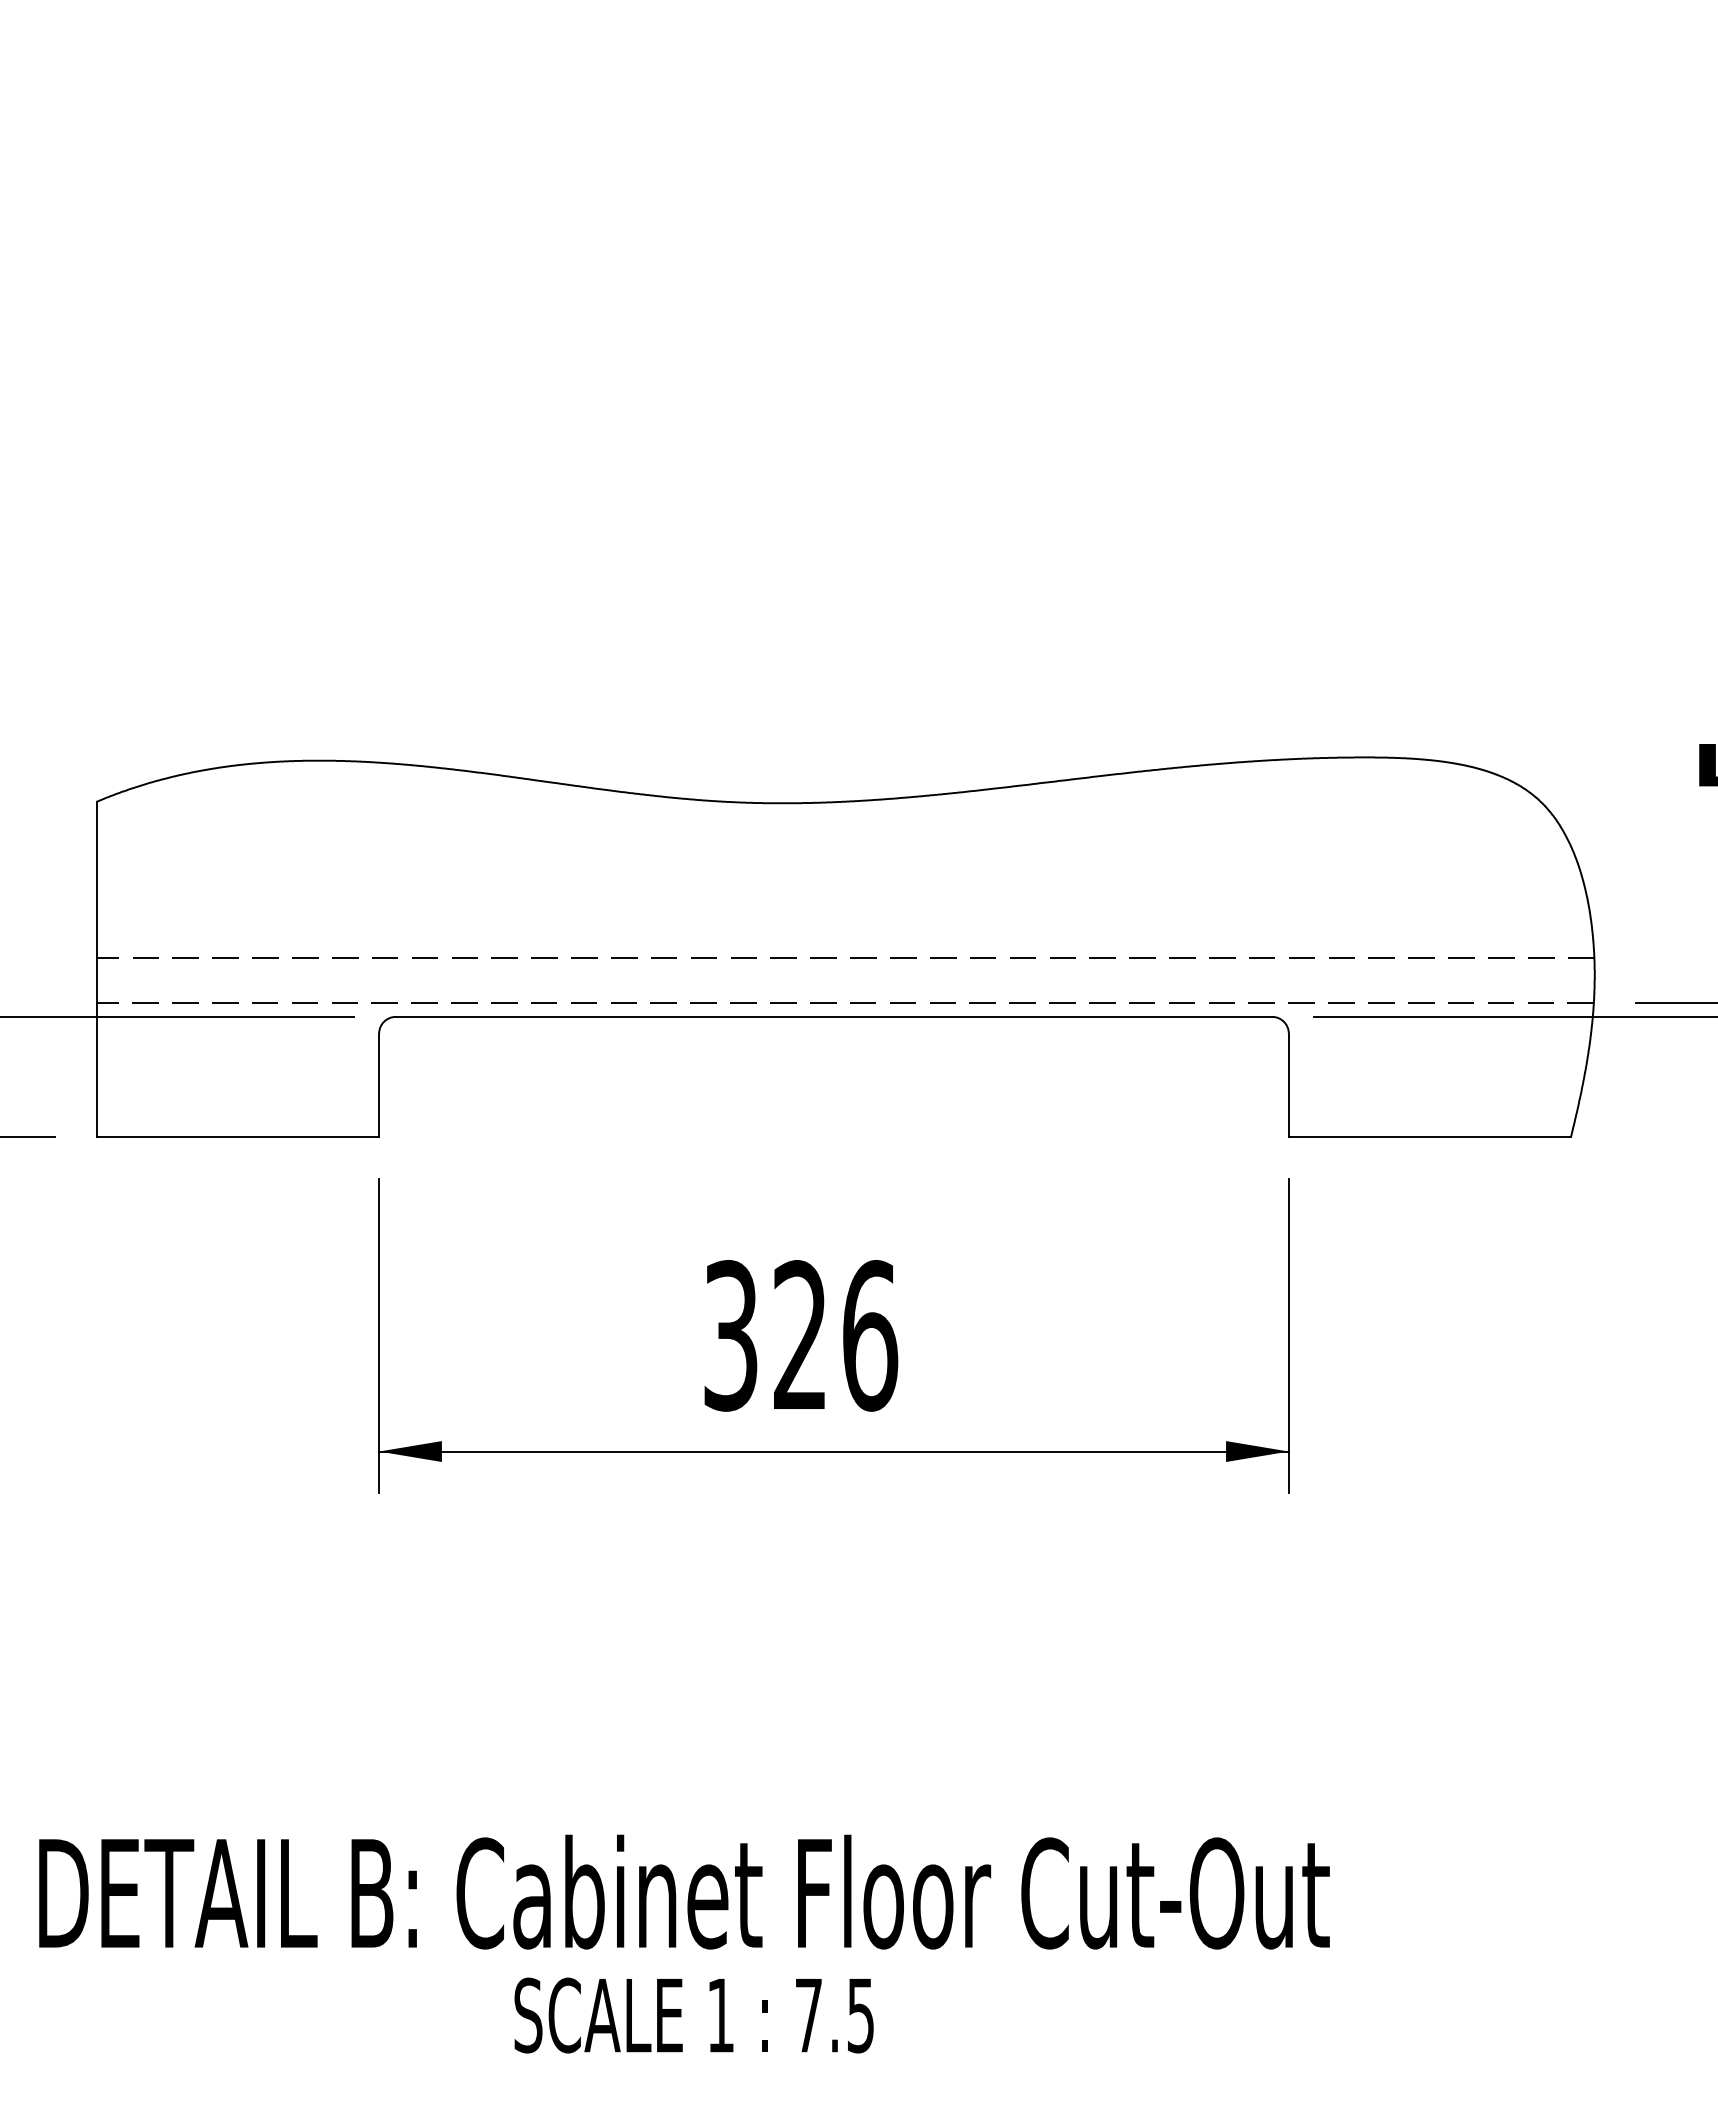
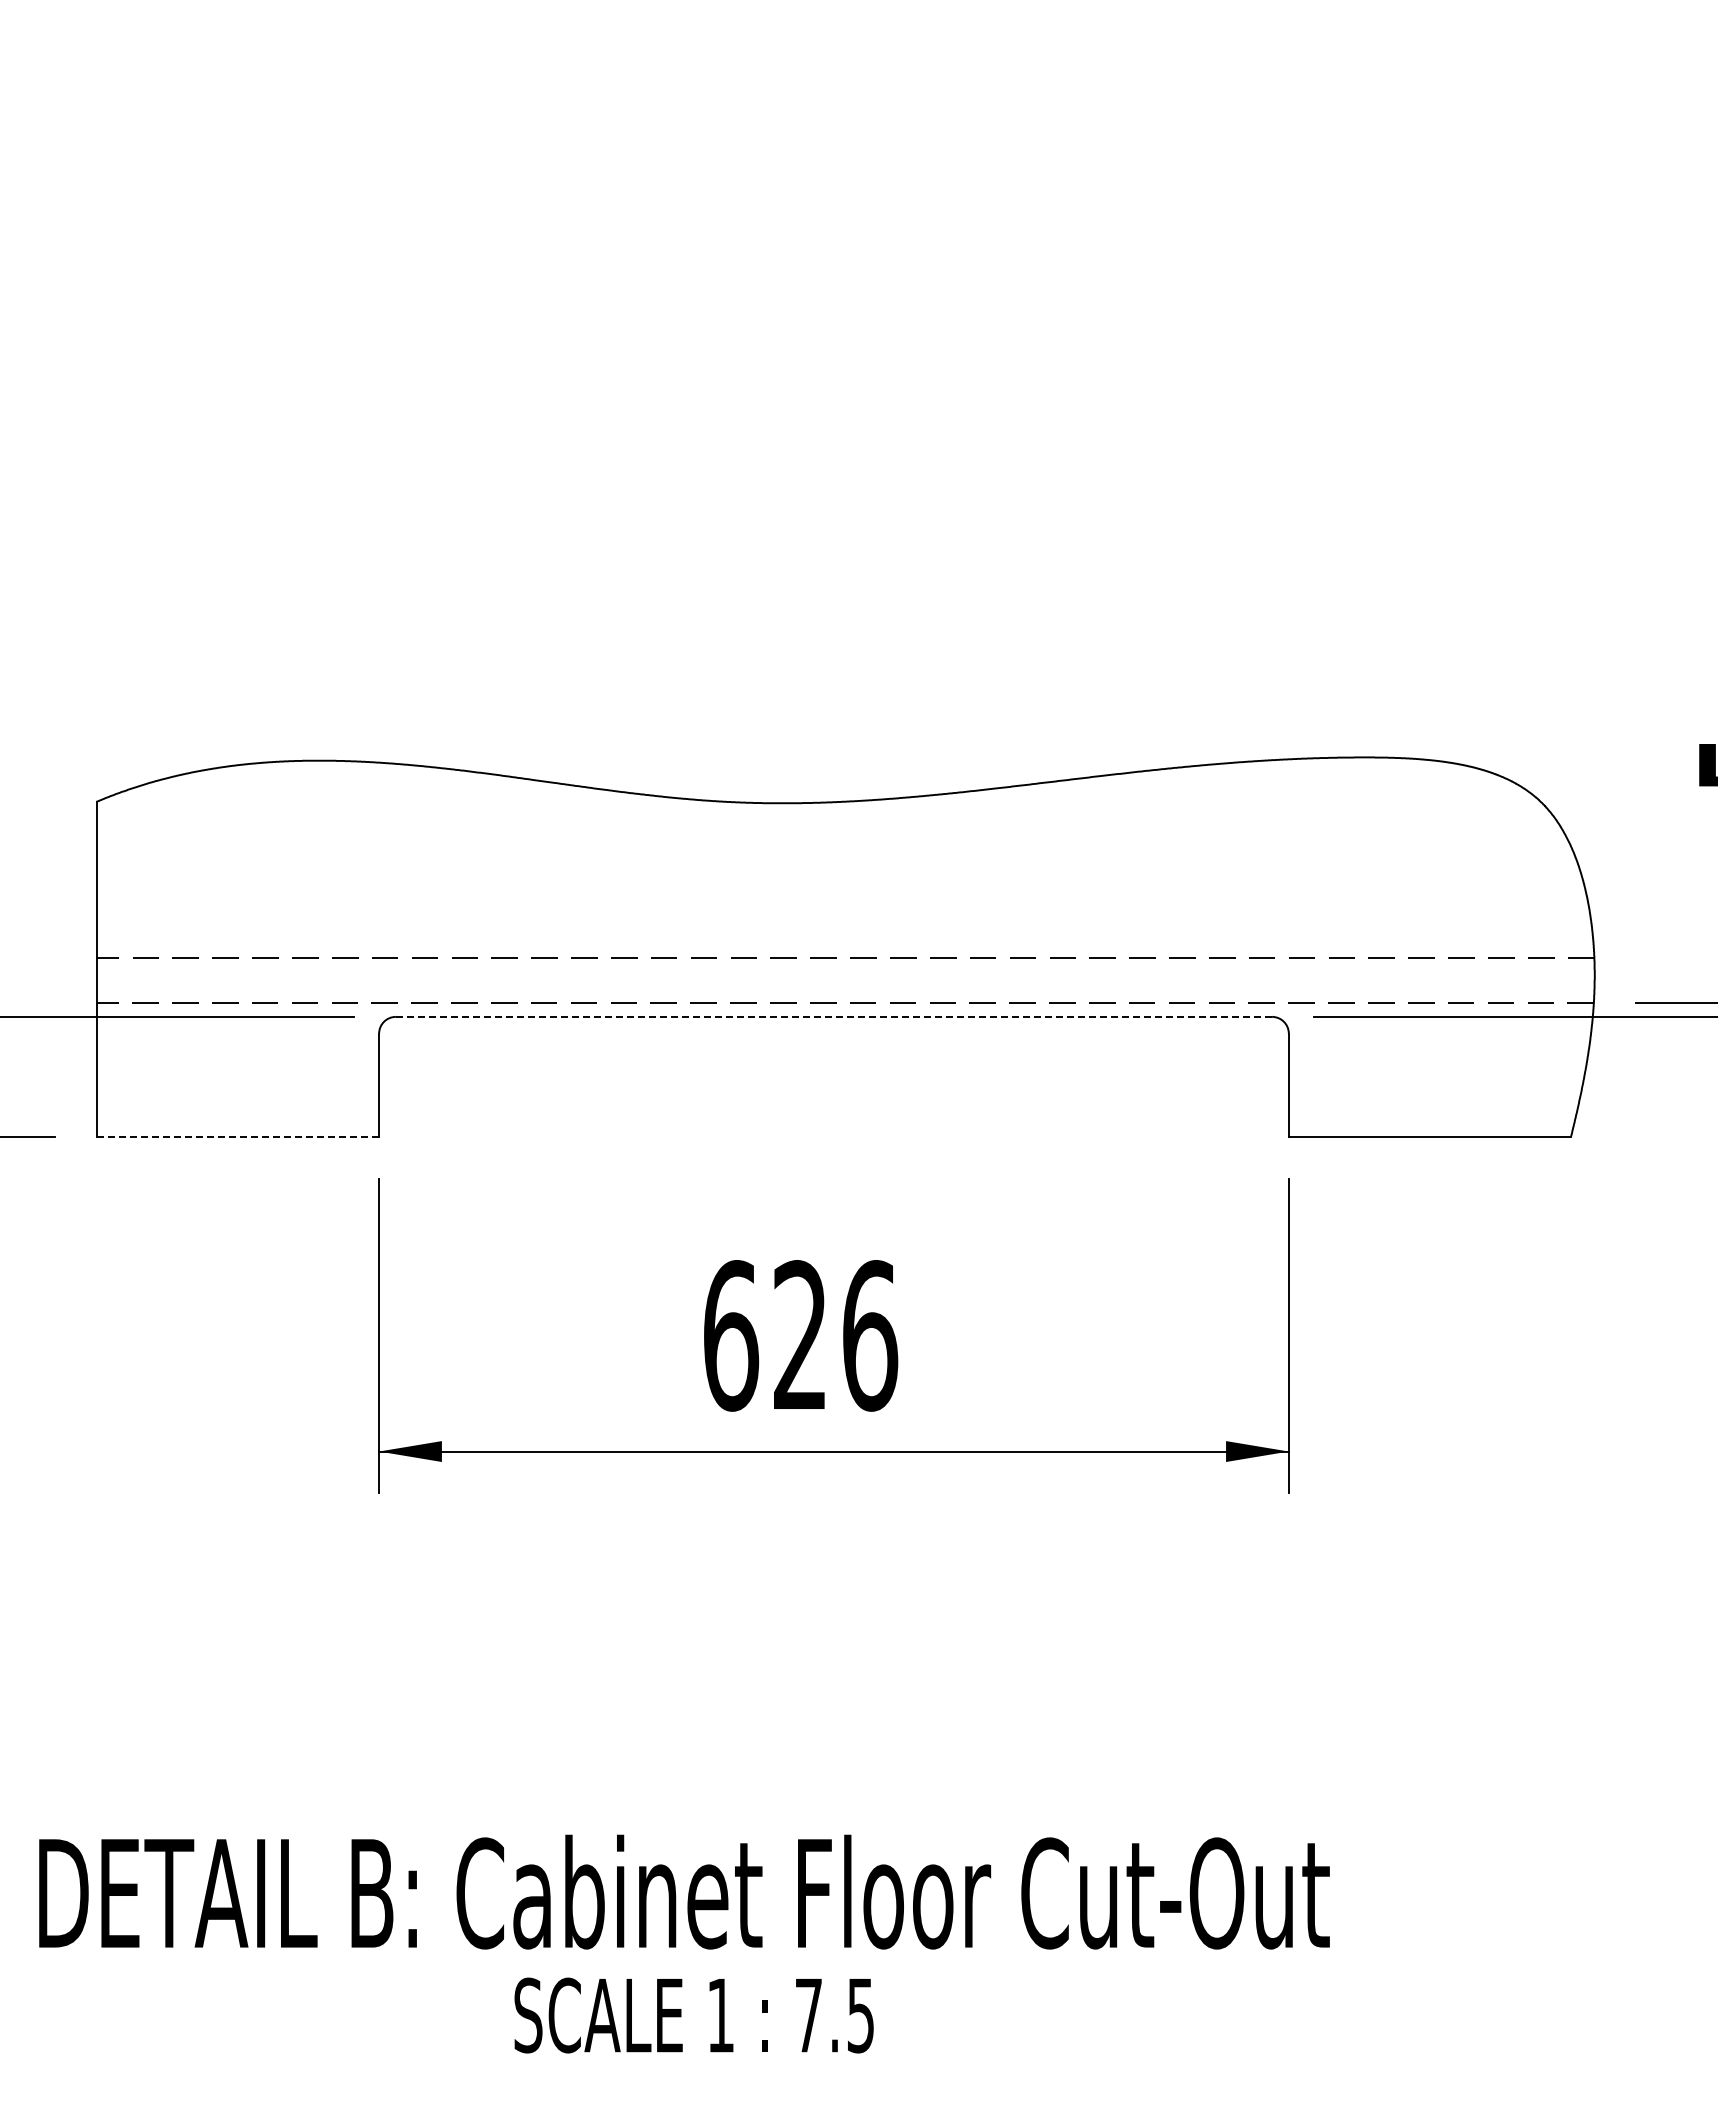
line at (833, 1016): solid -> dashed
line at (237, 1137): solid -> dashed
text at (731, 1335): 326 -> 626
